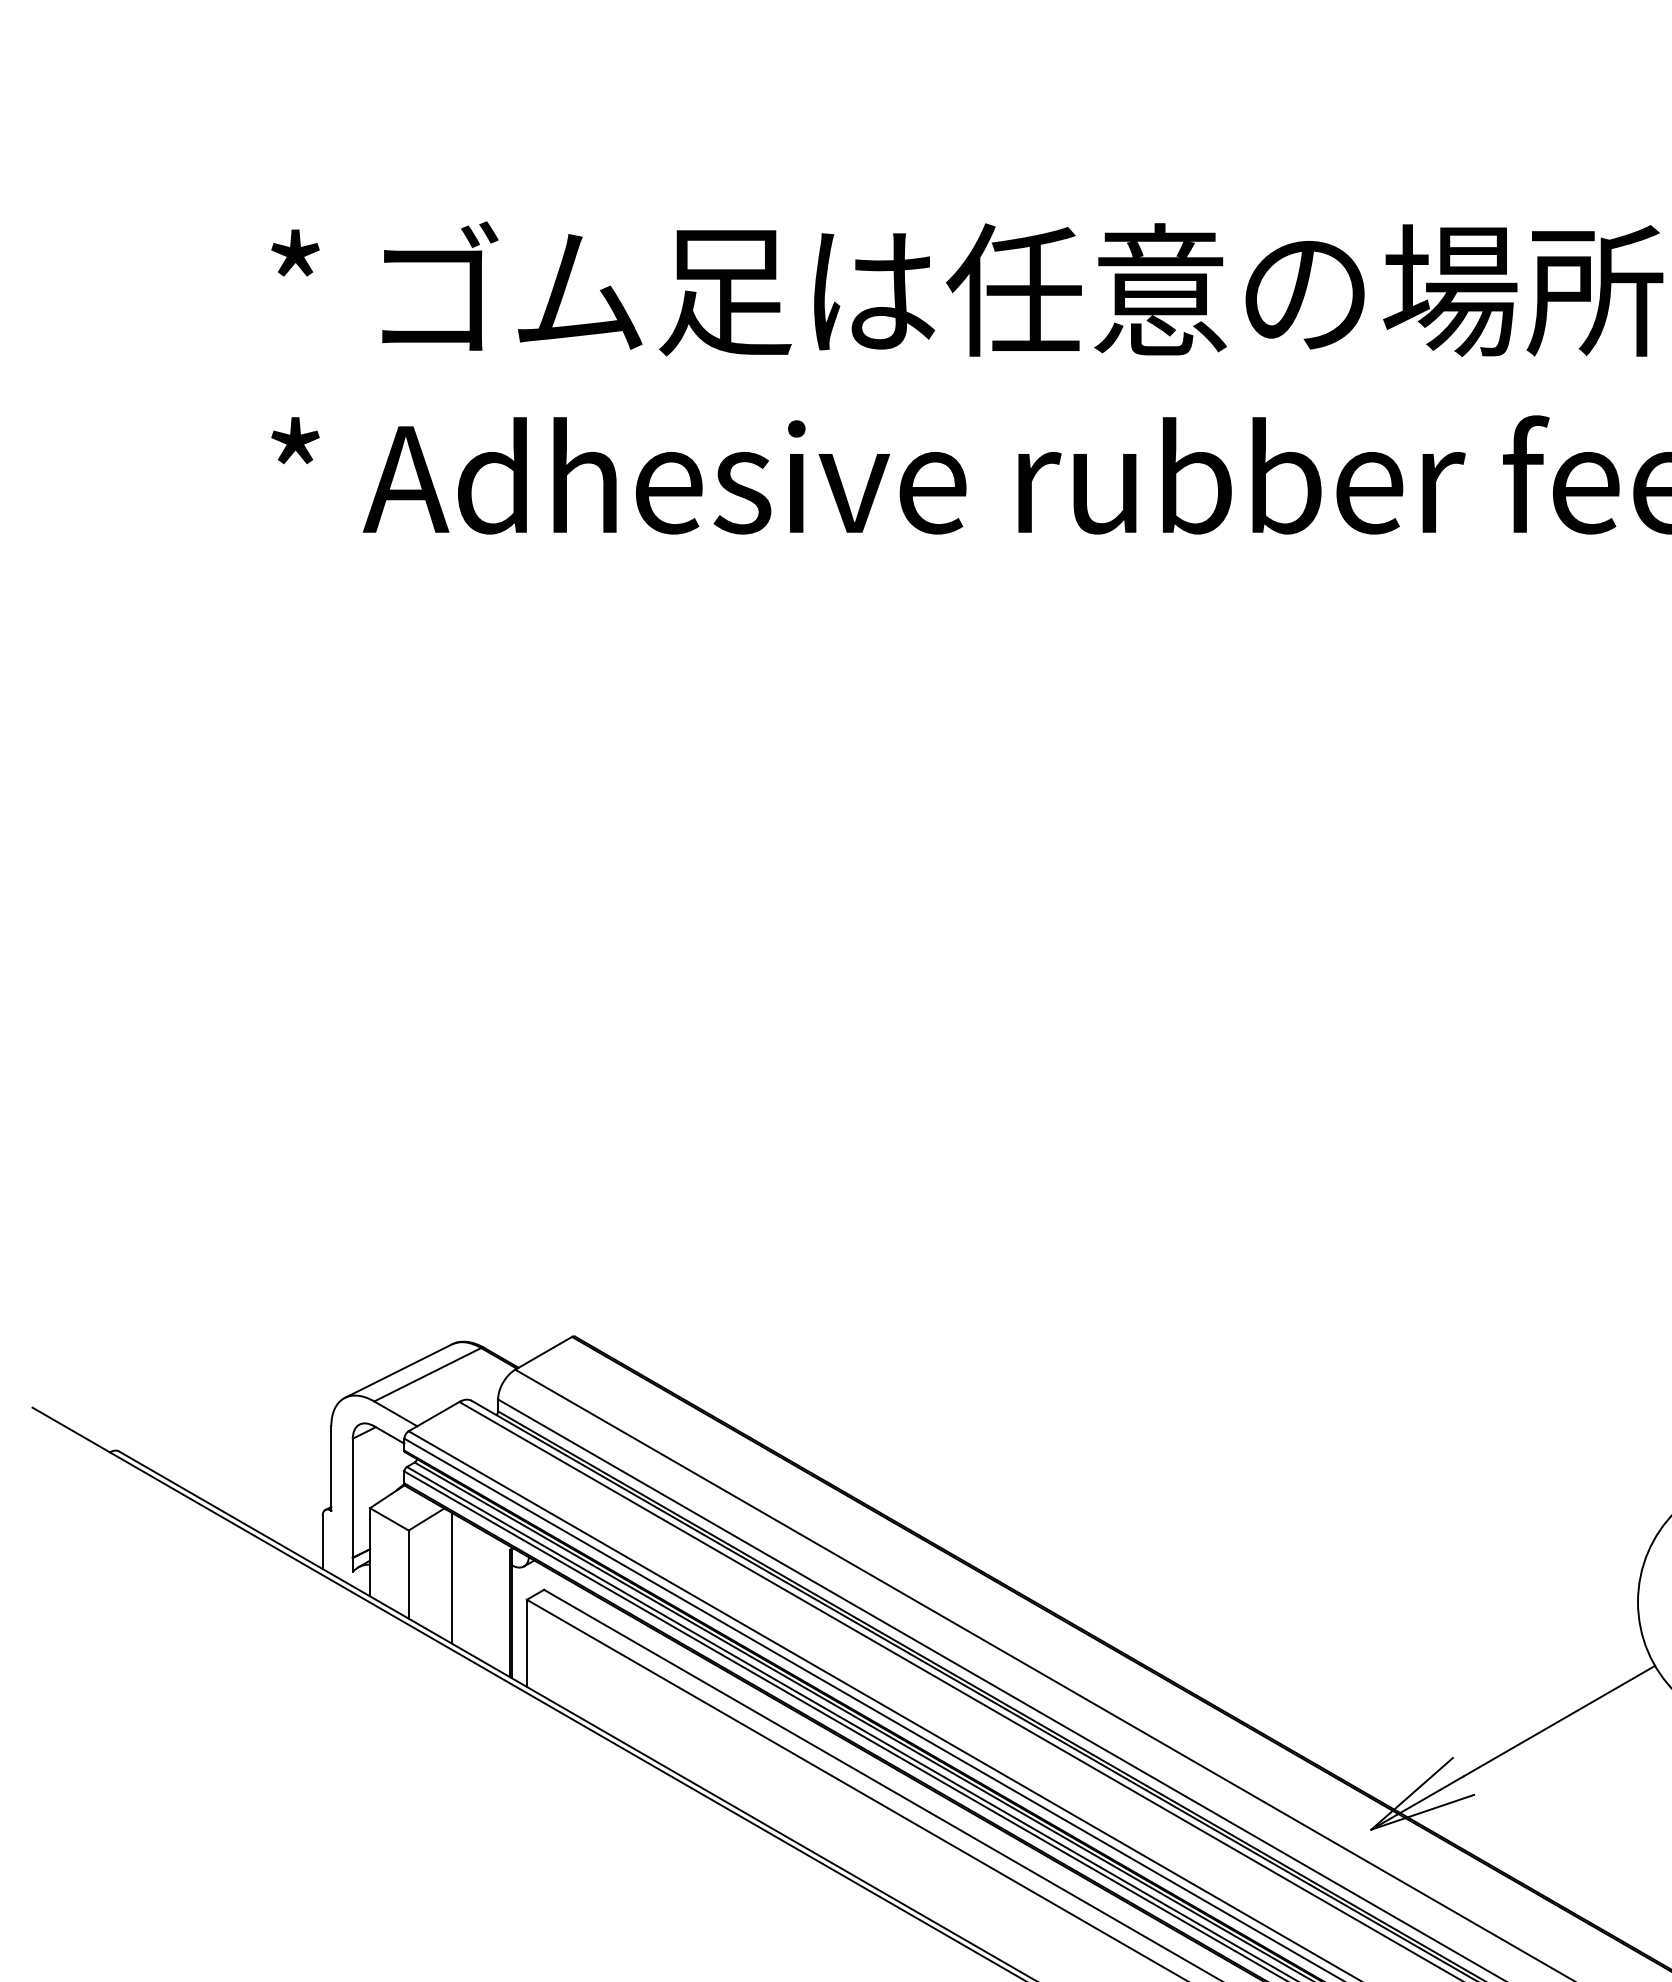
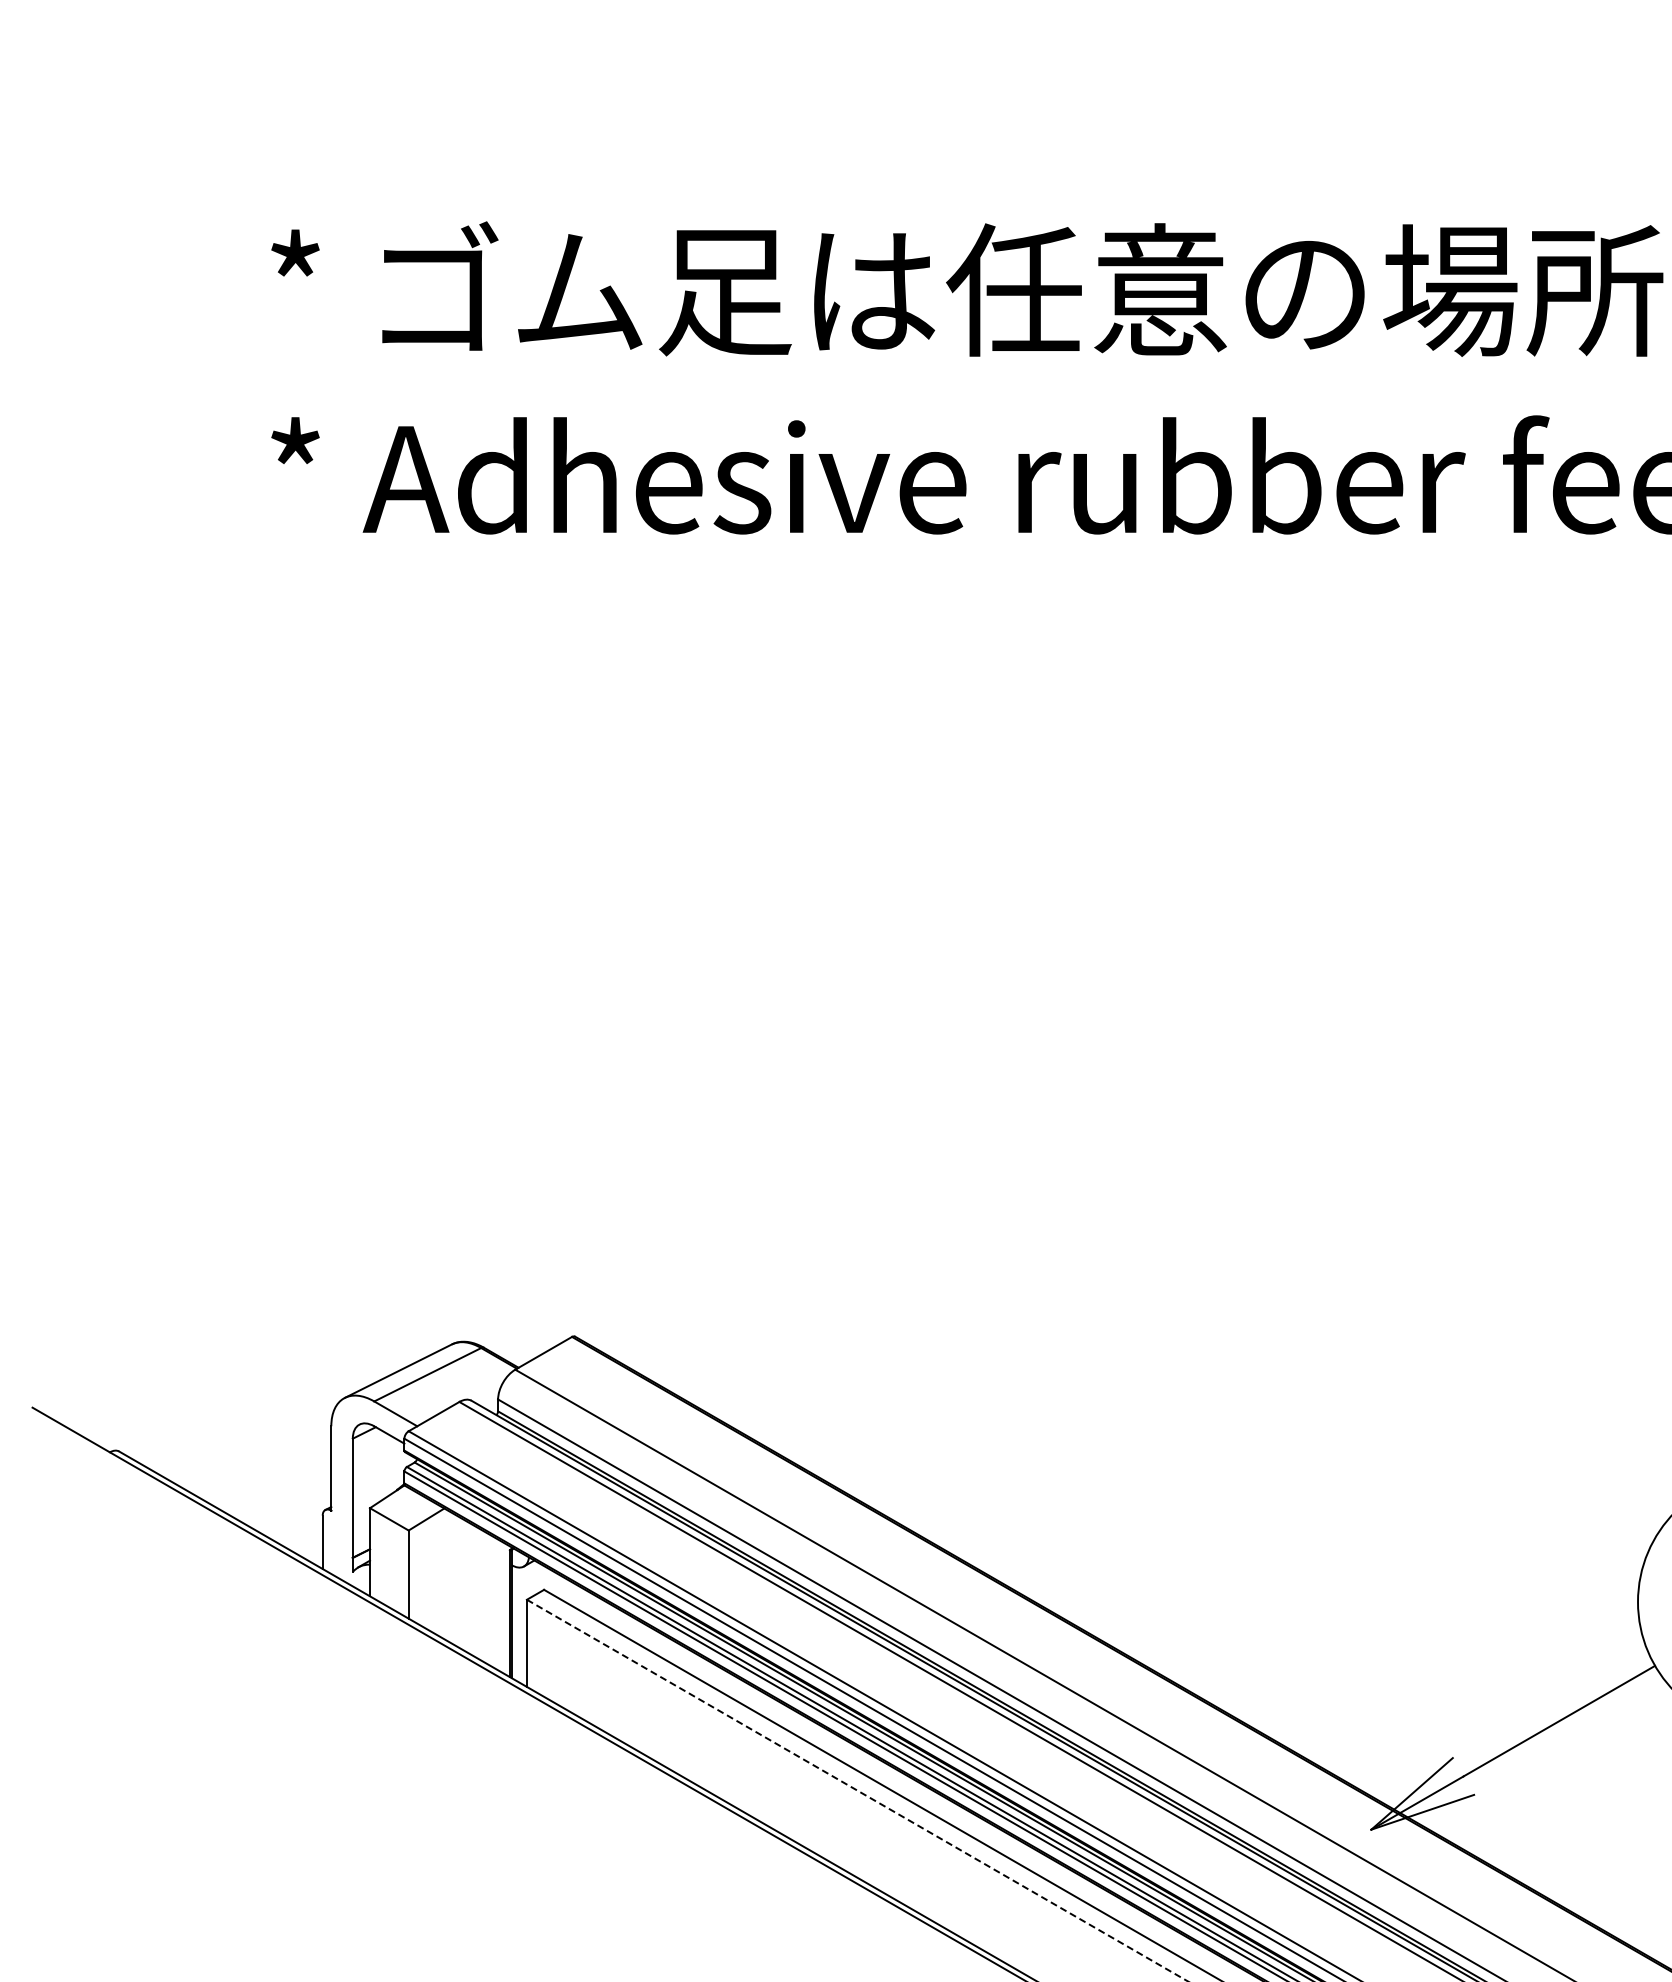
line at (451, 1577): present -> none
line at (857, 1790): solid -> dashed
